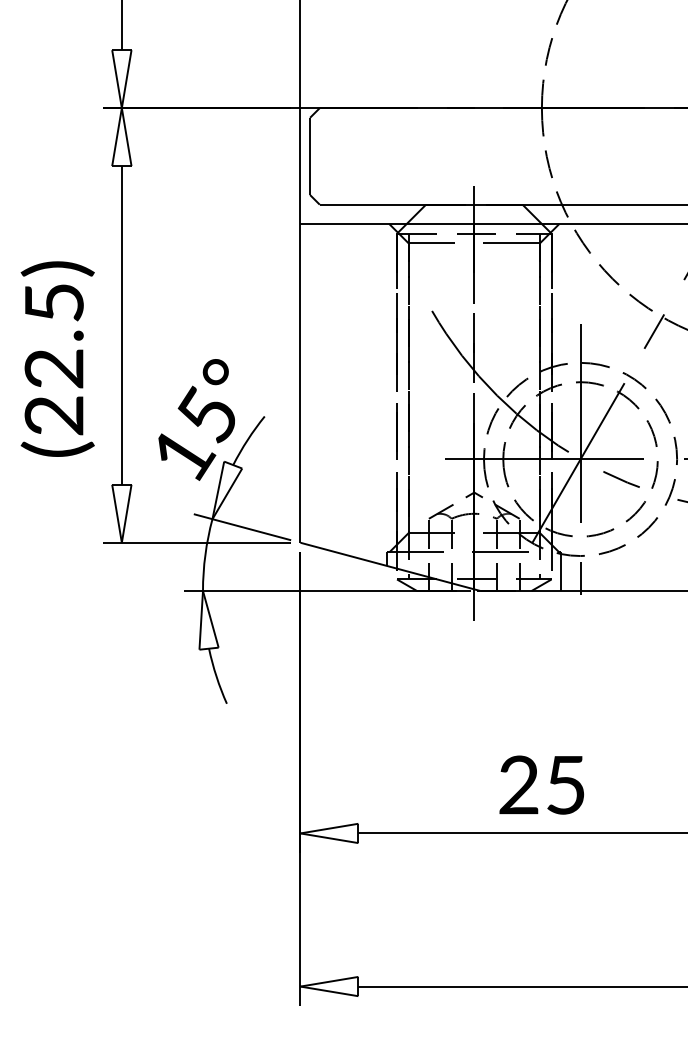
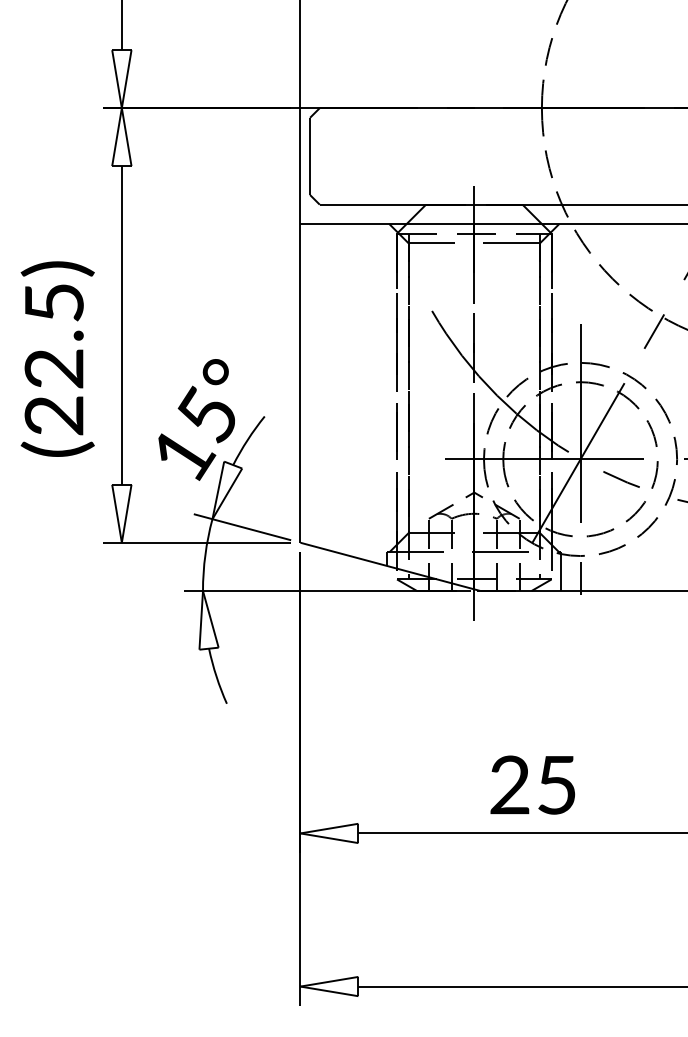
text at (541, 784) position: (541, 784) -> (532, 784)
